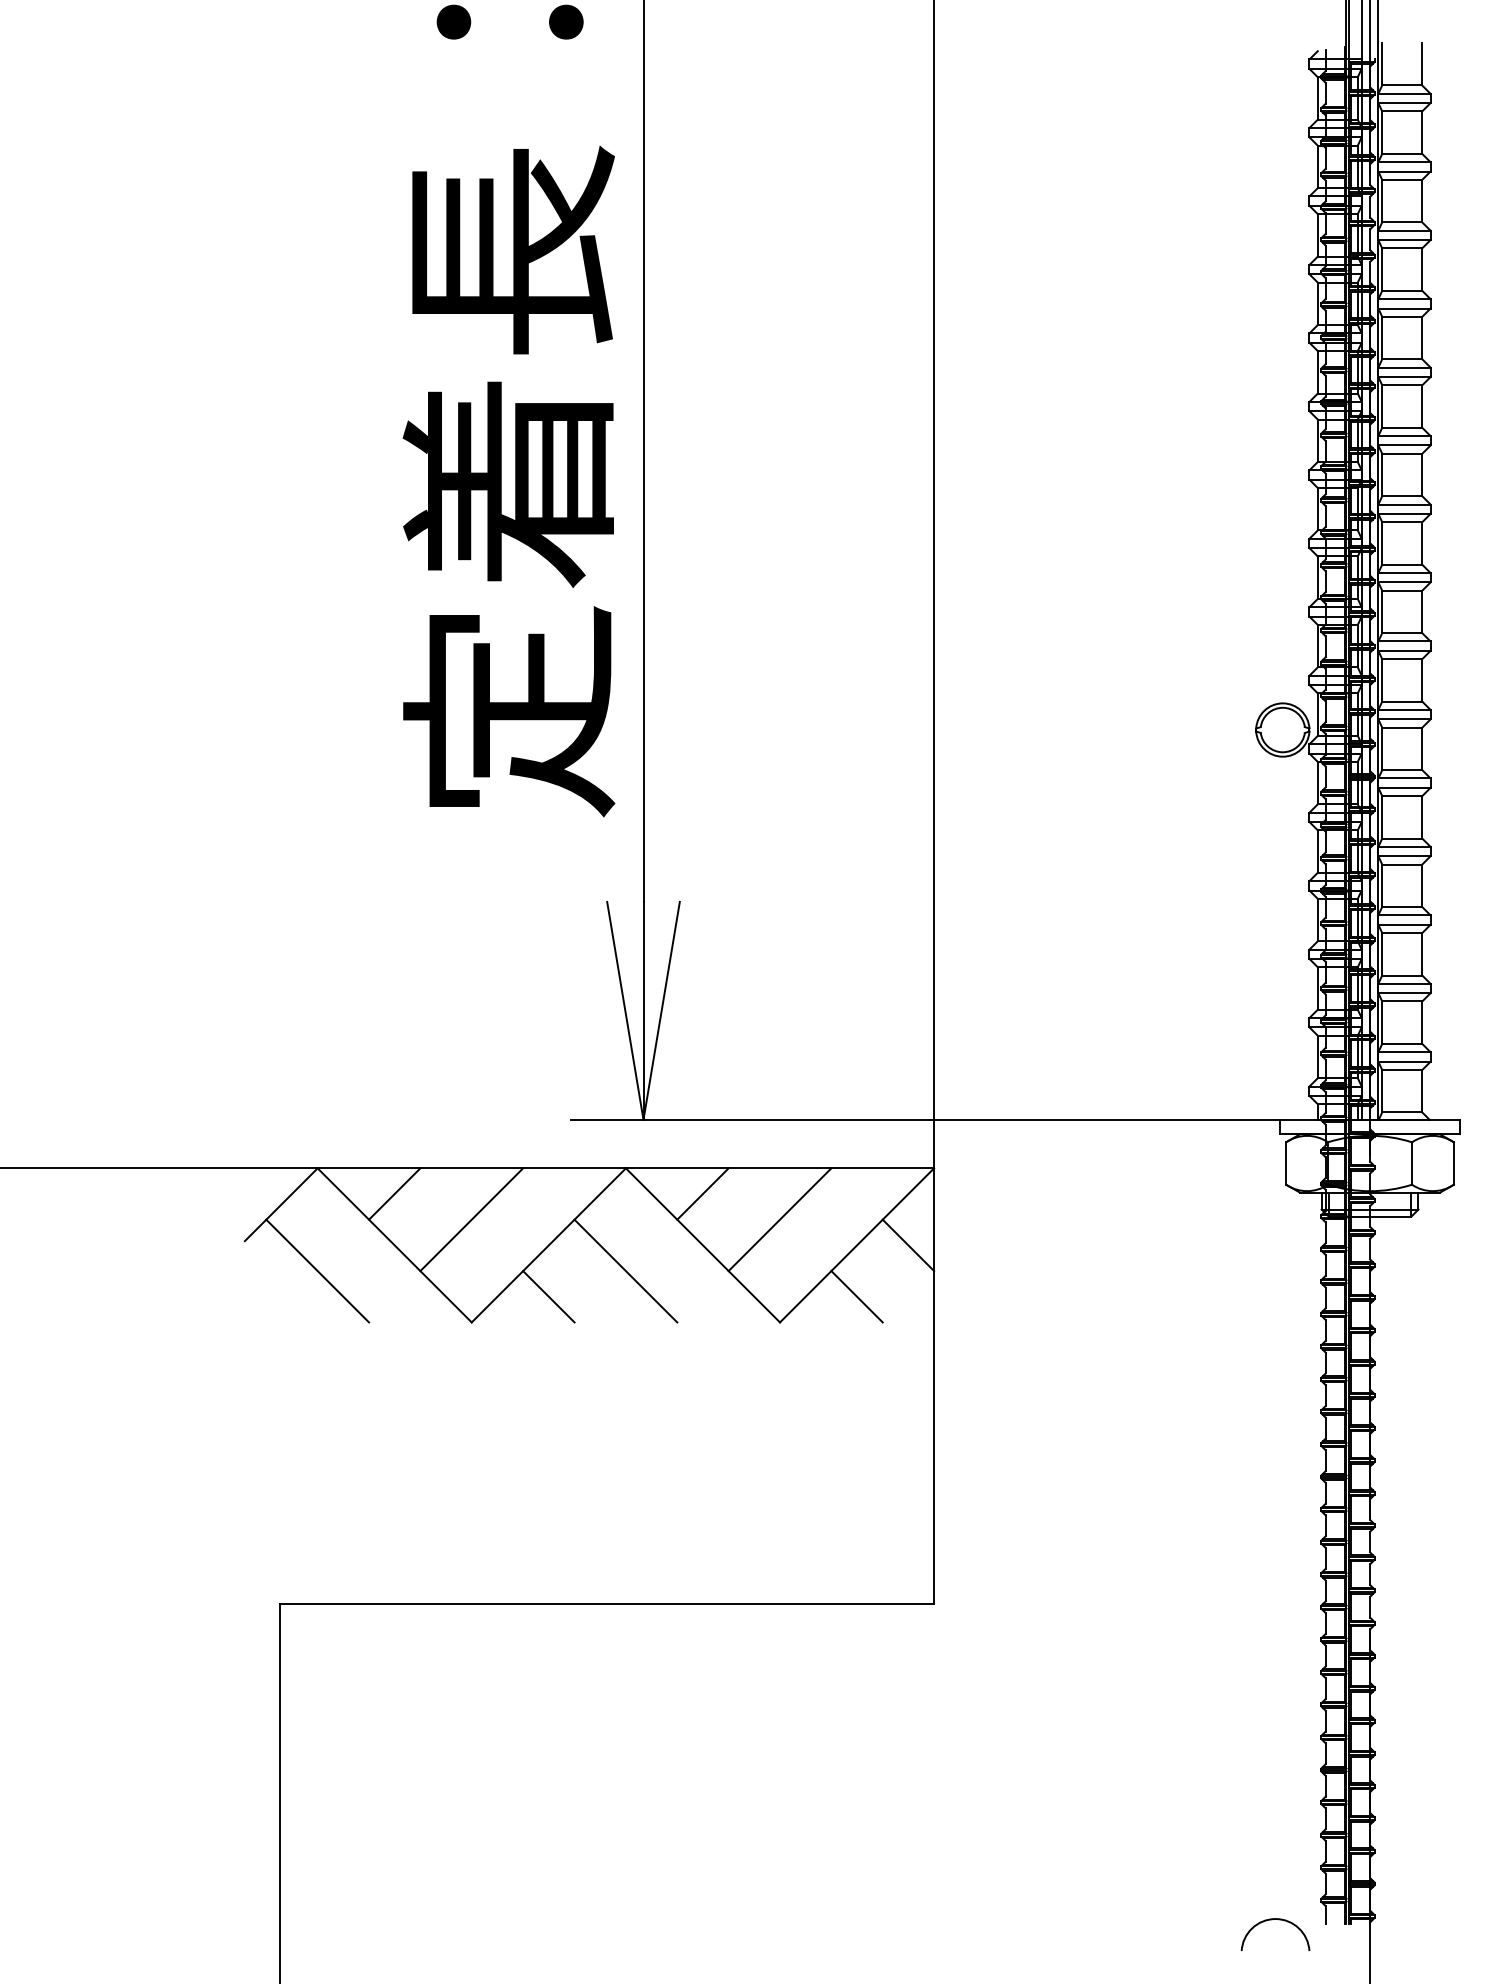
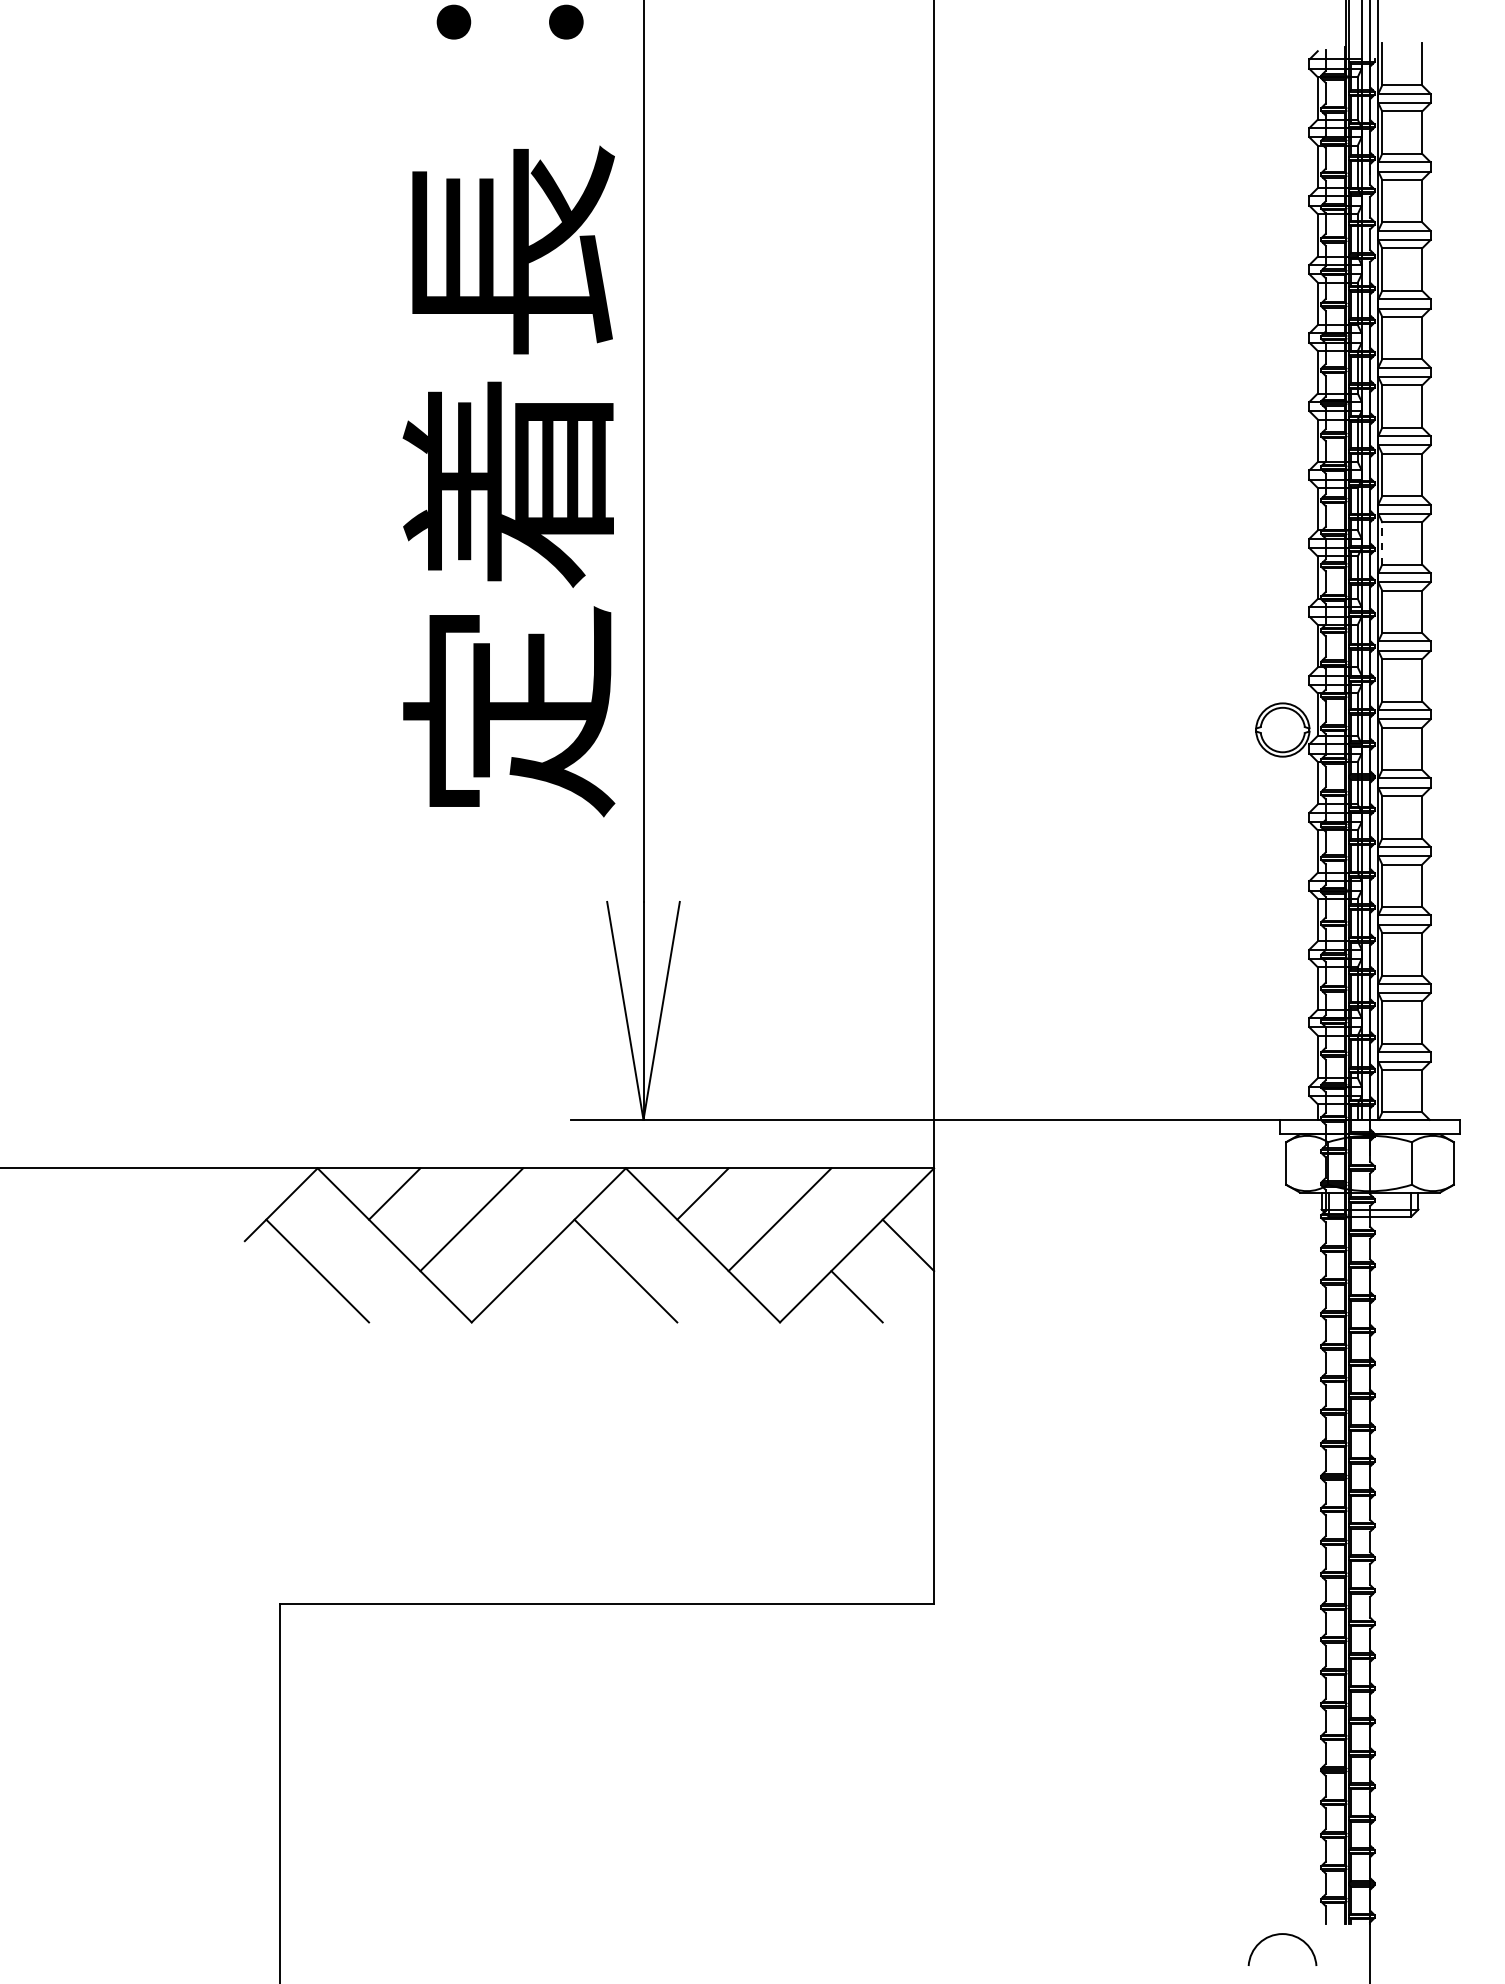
line at (1382, 542): solid -> dashed
line at (548, 1296): present -> none
arc at (1271, 1920) position: (1271, 1920) -> (1278, 1935)
